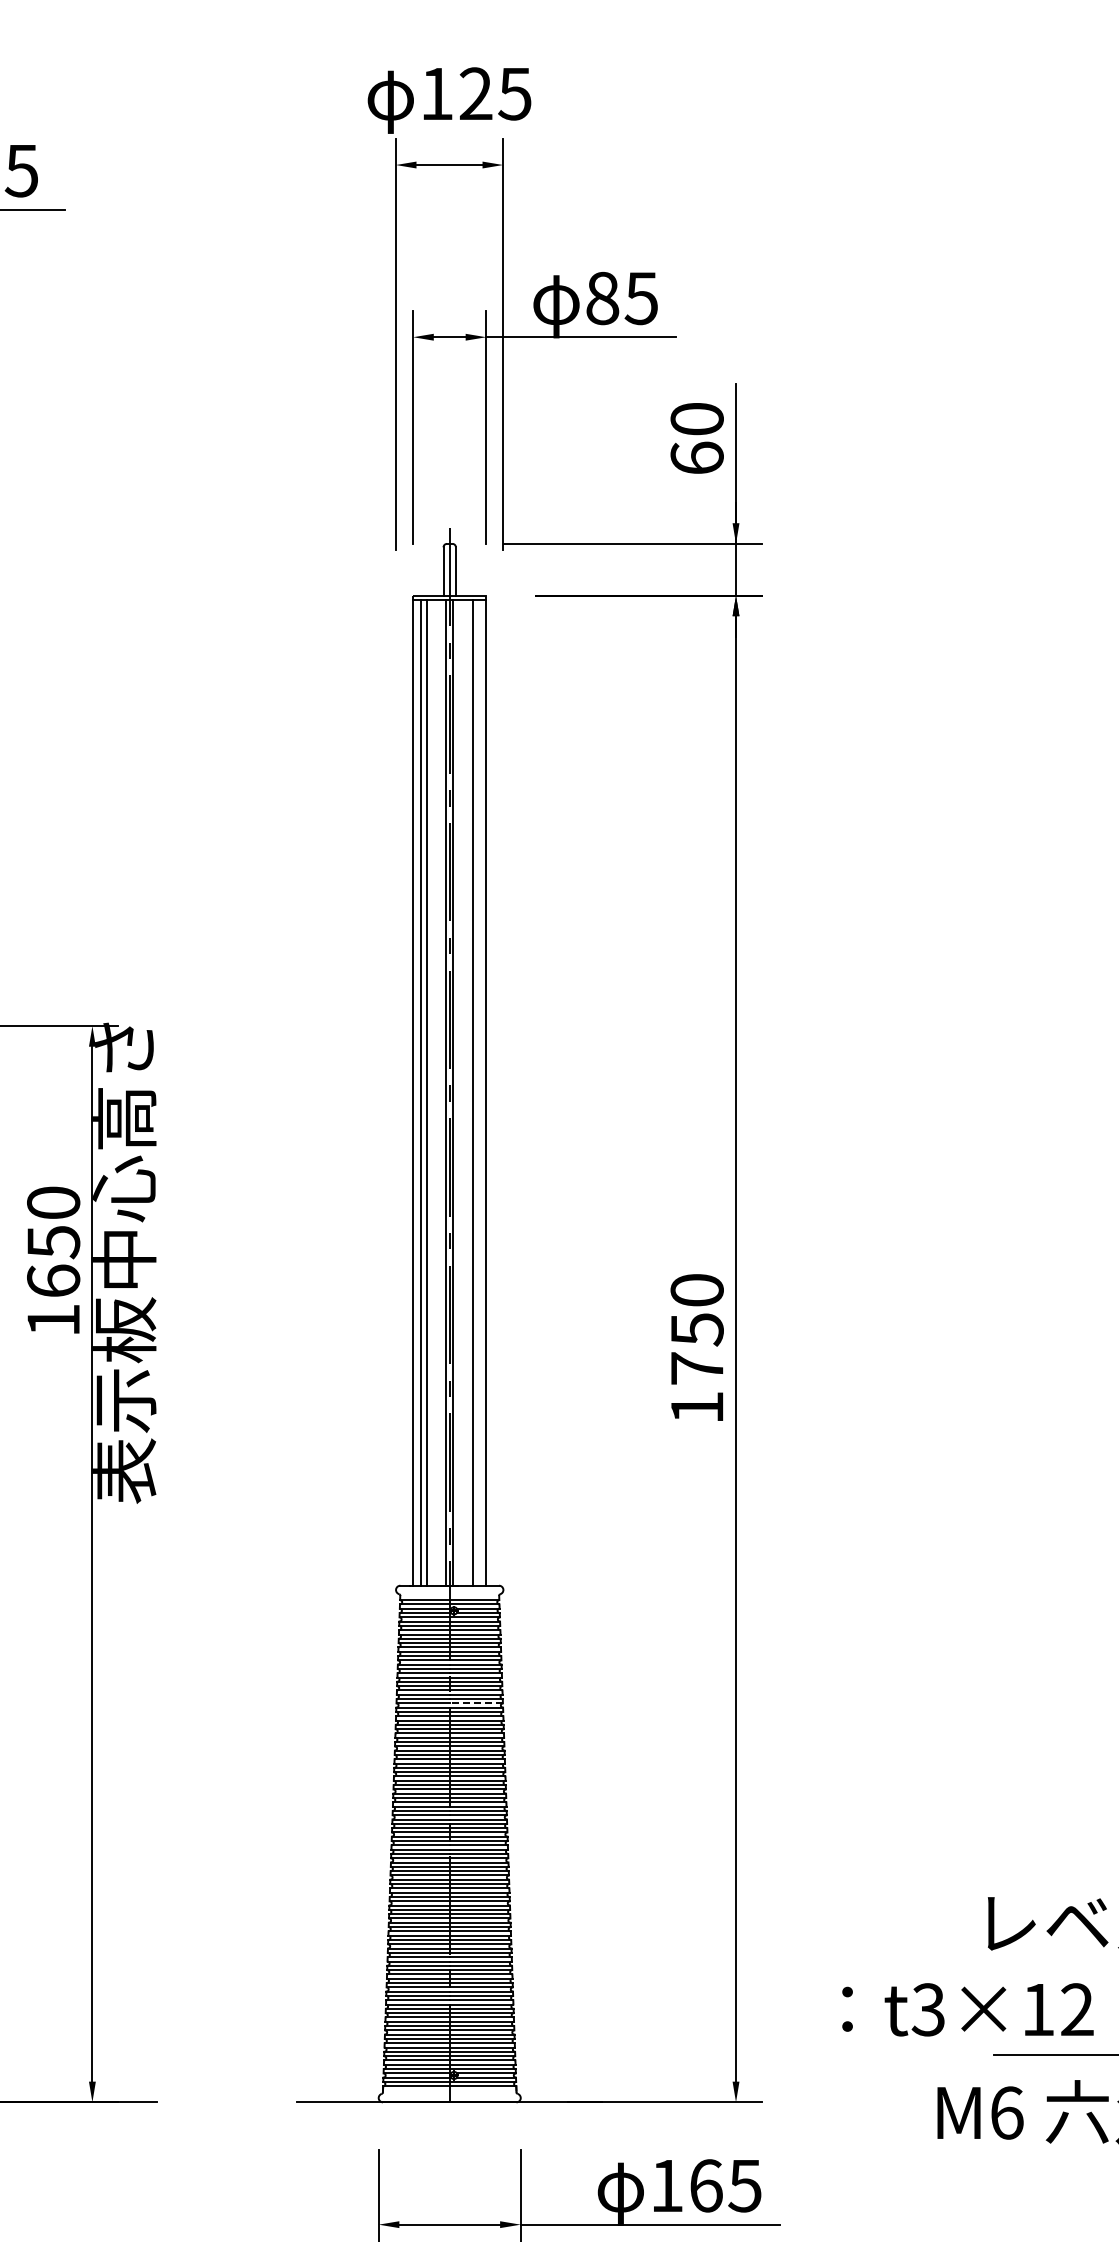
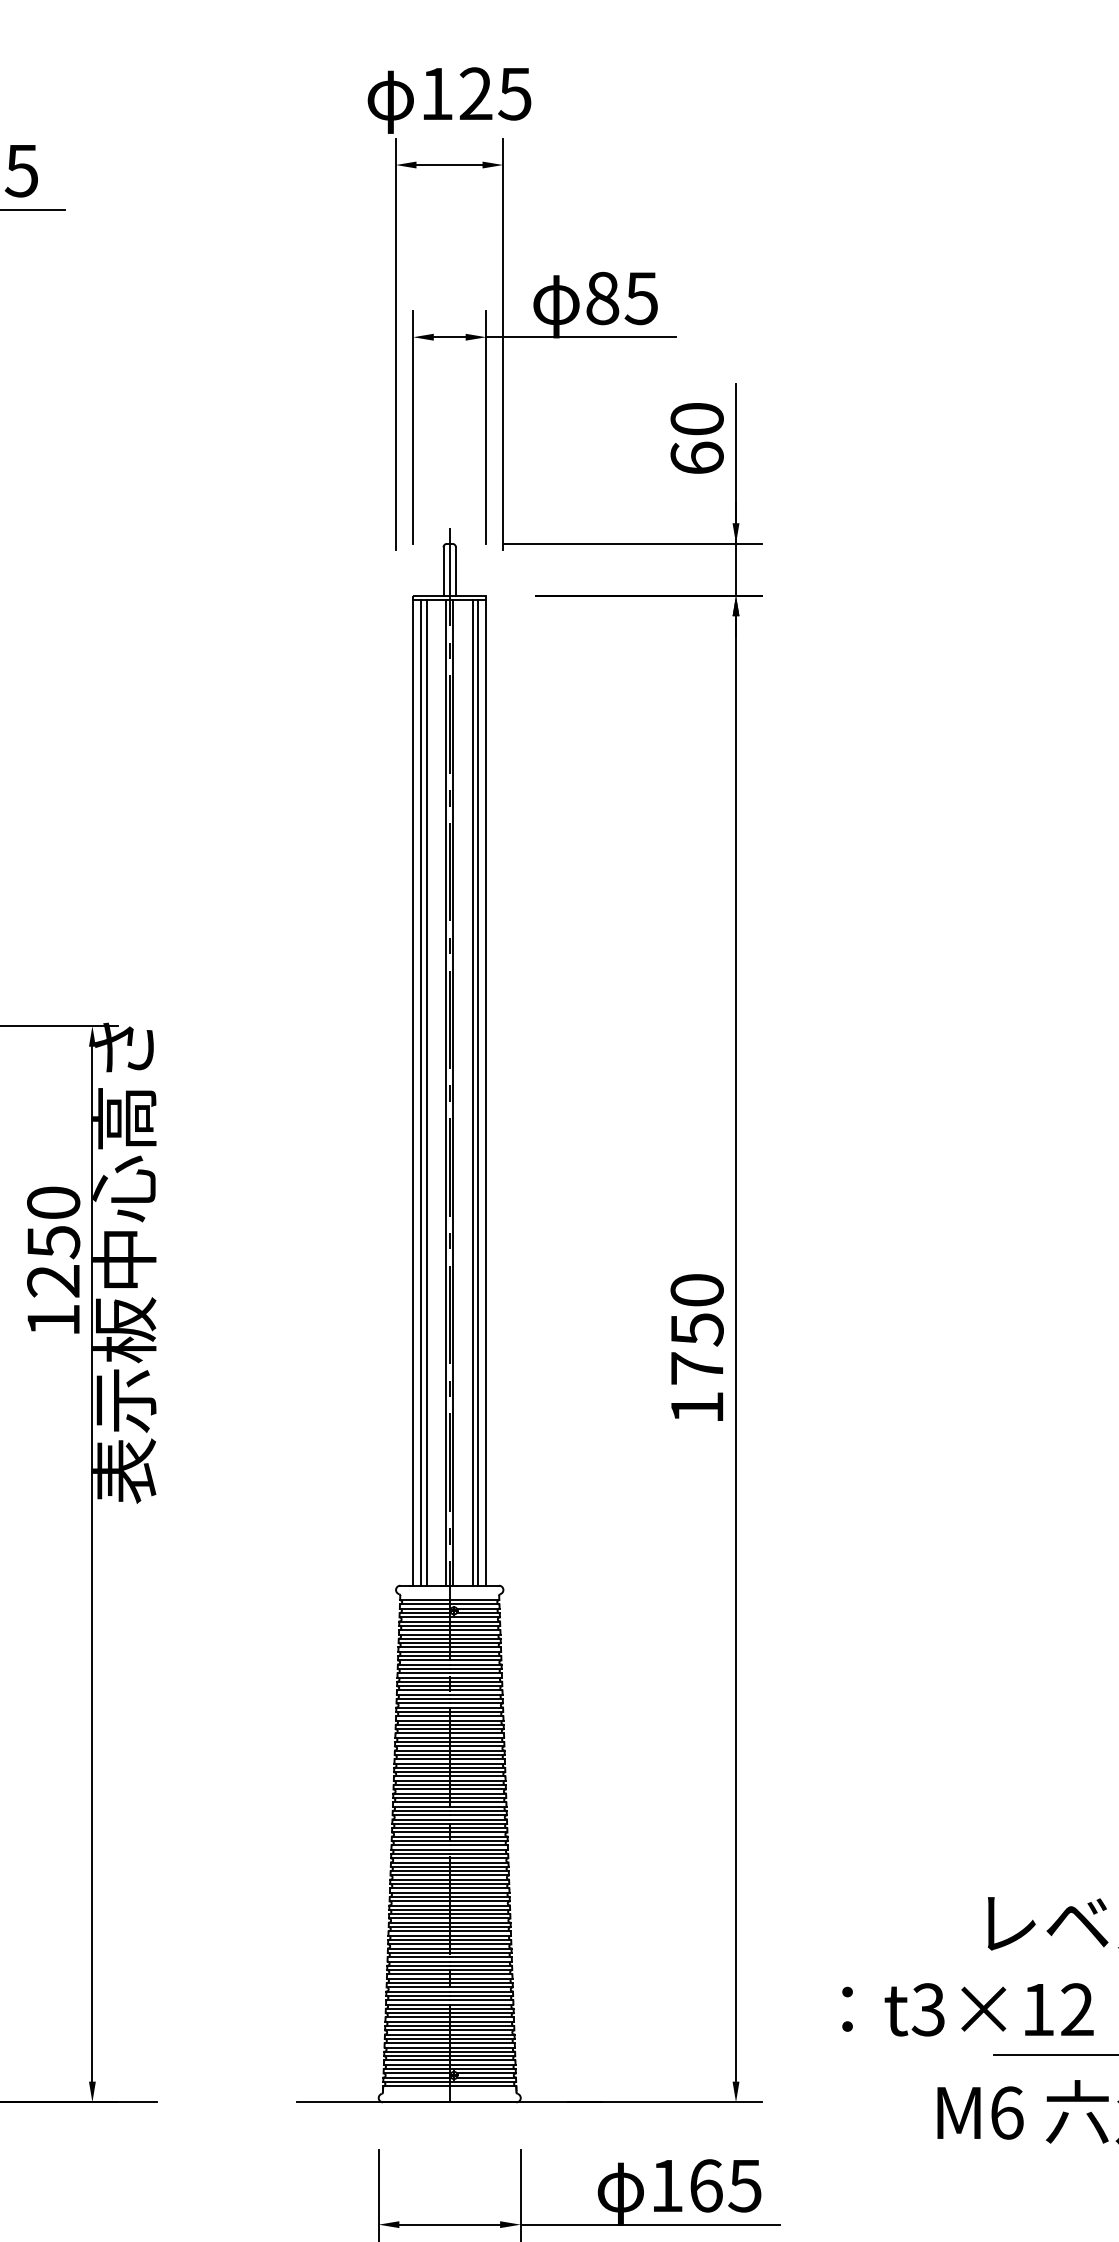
line at (478, 1092): none -> present
text at (53, 1280): 1650 -> 1250
line at (476, 1703): dashed -> solid
